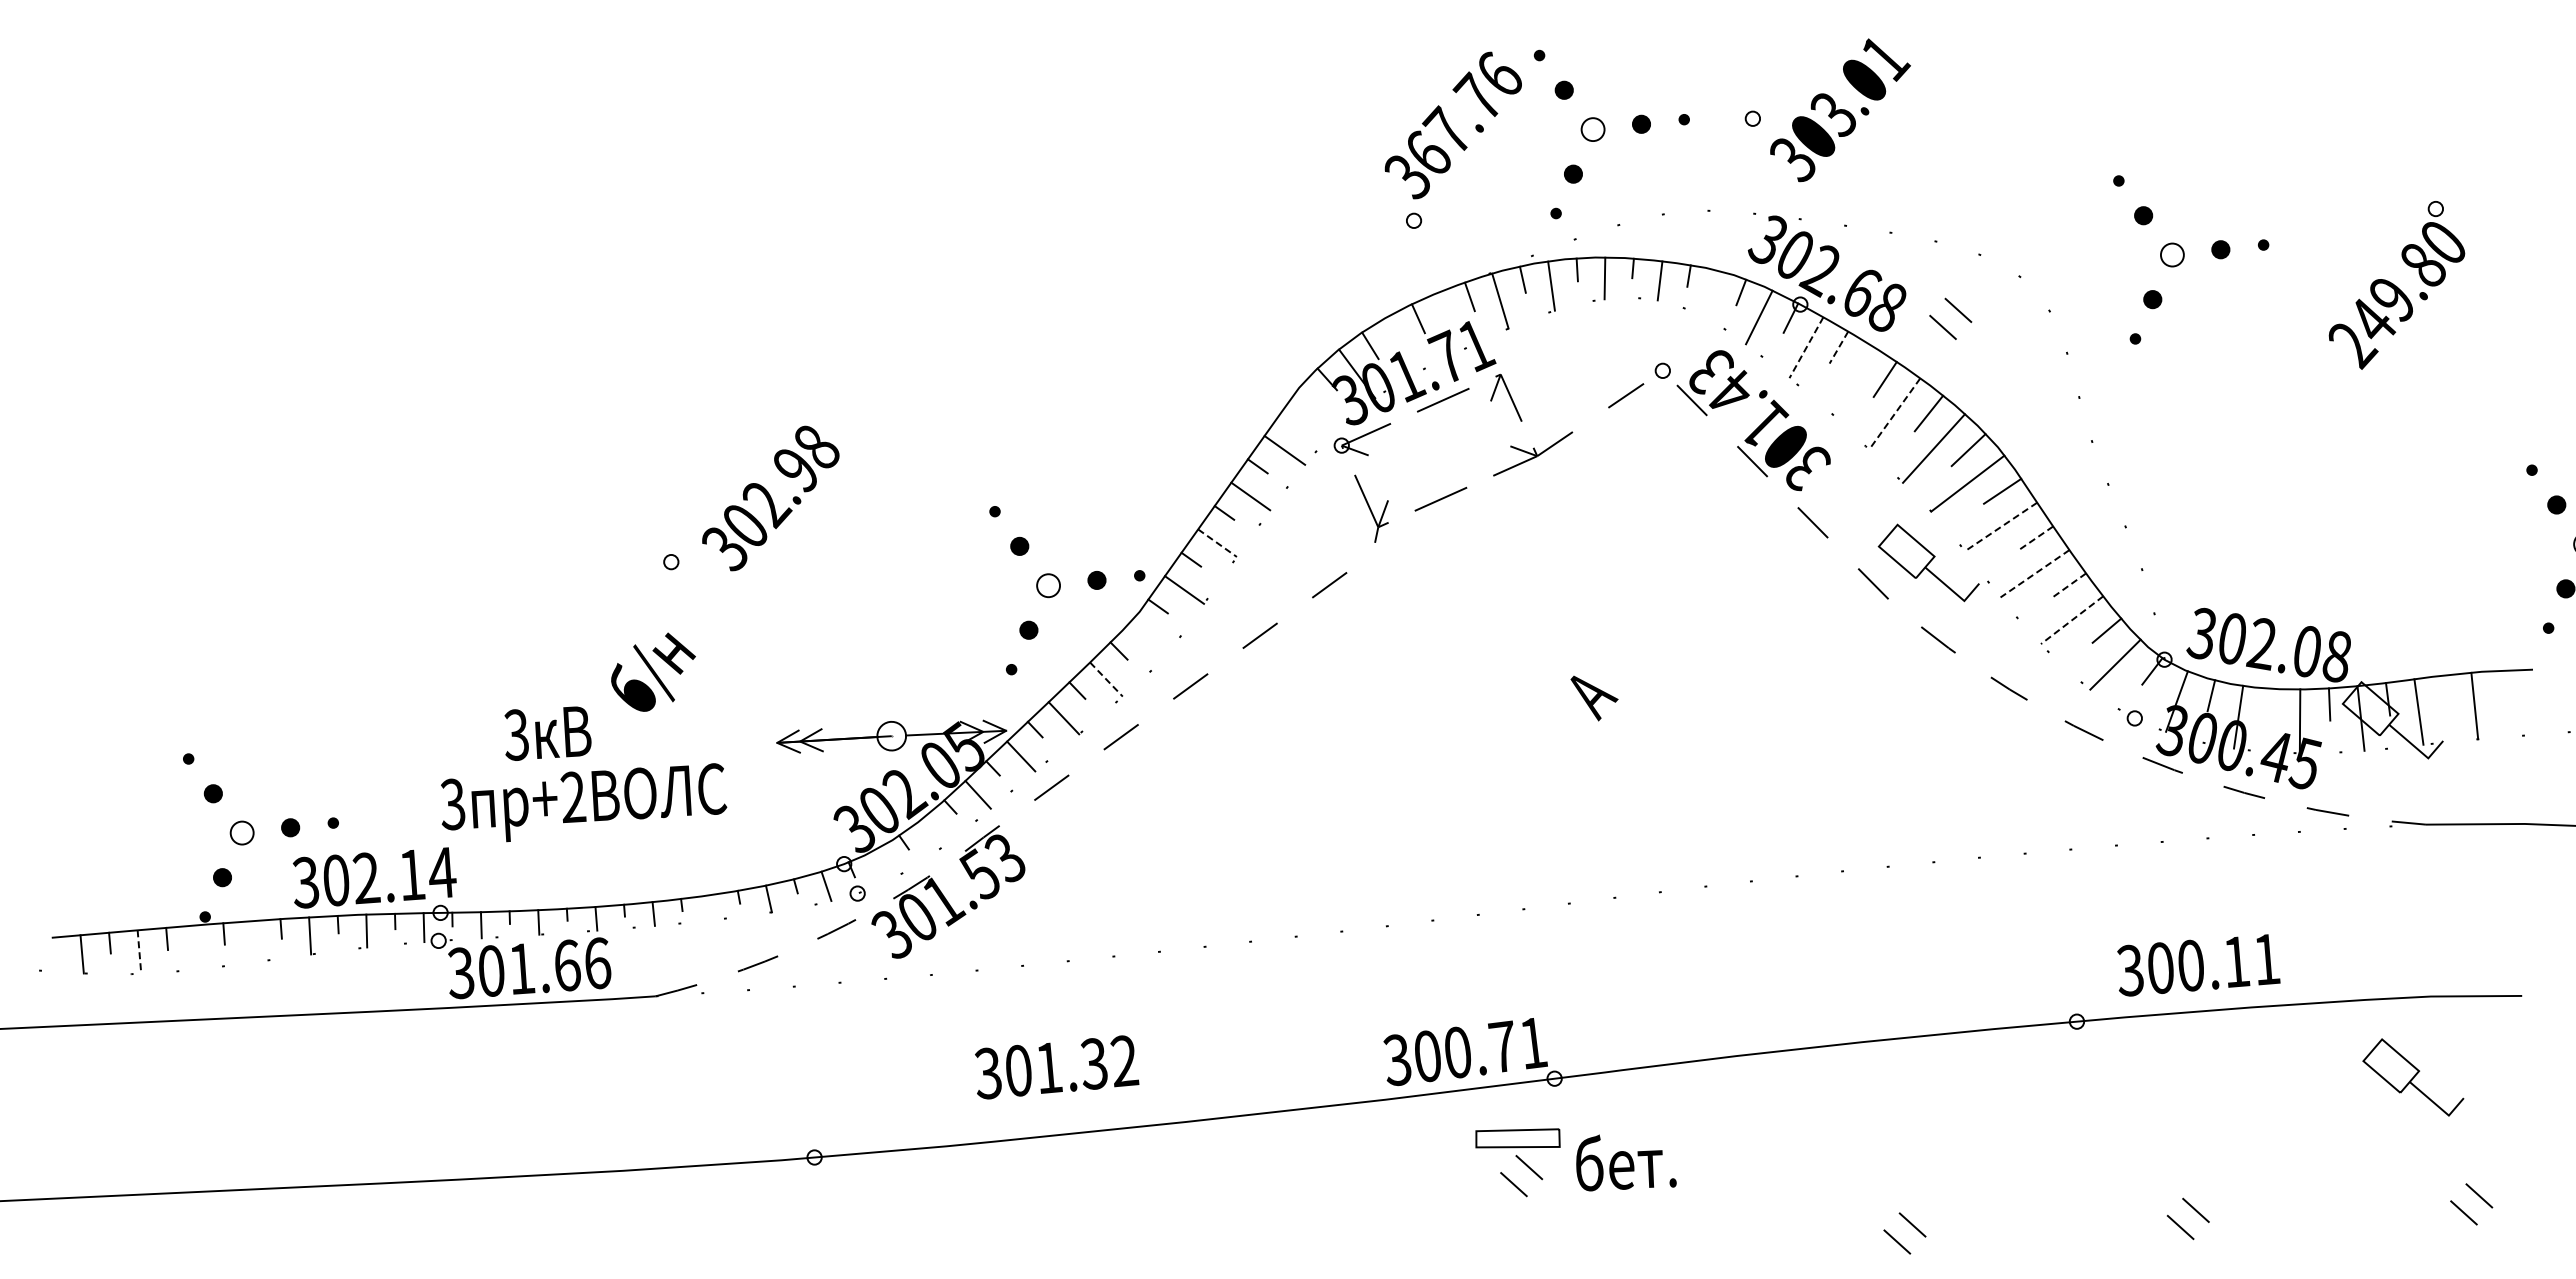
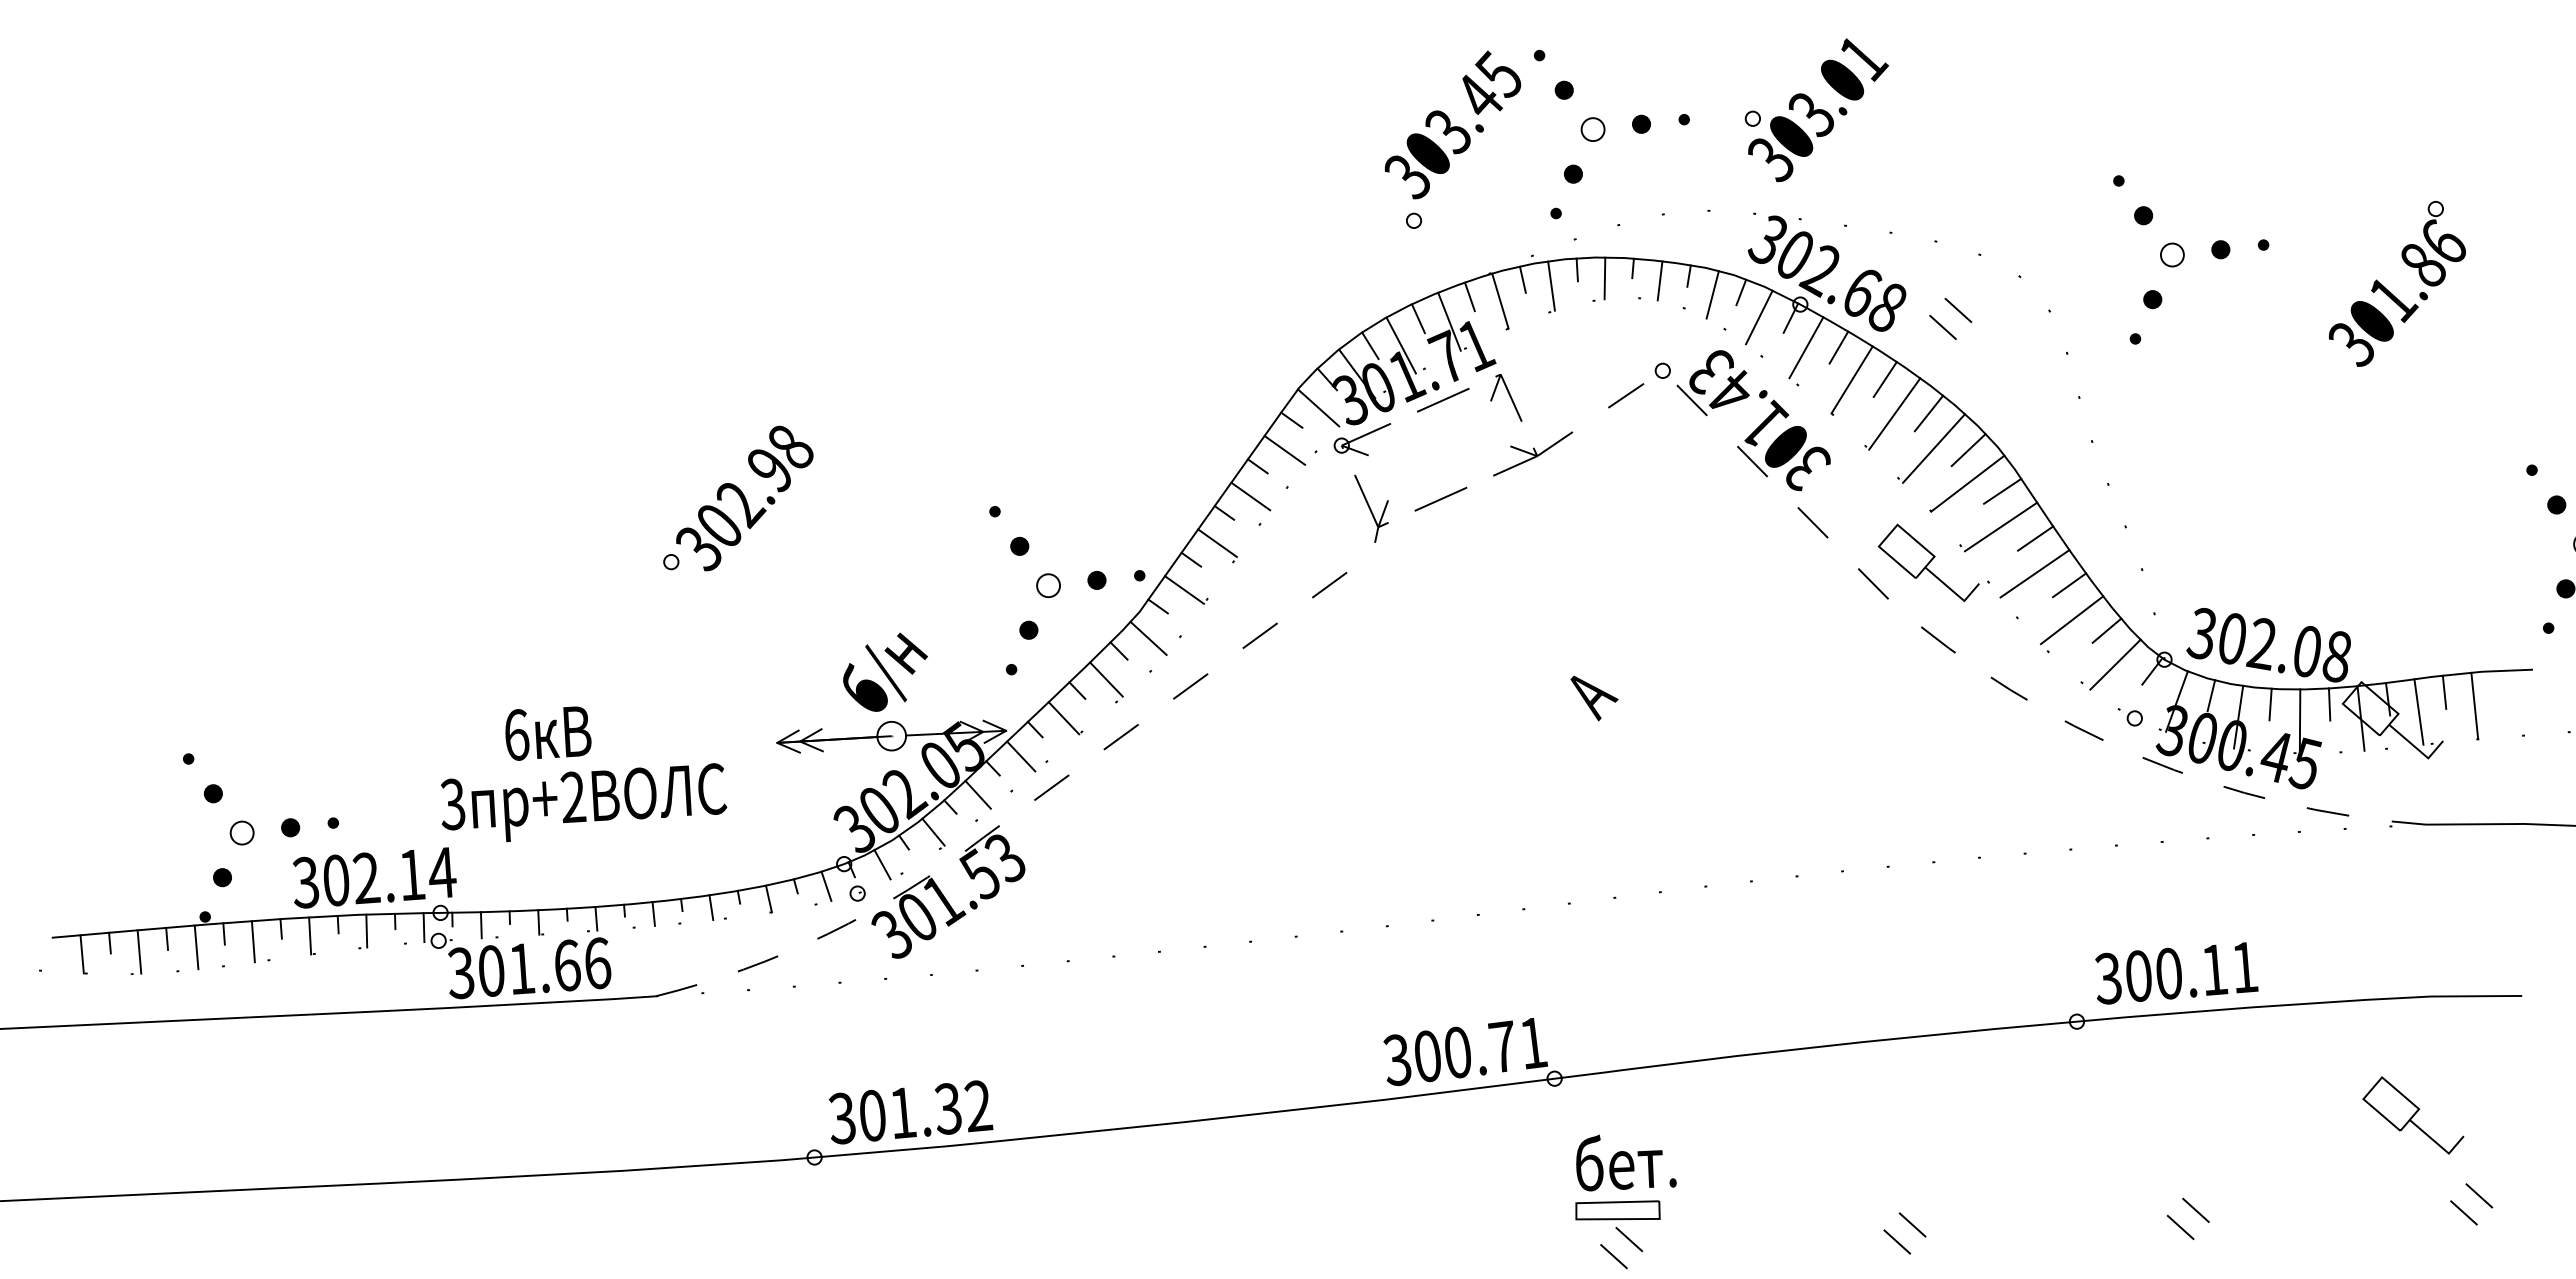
text at (1840, 110) position: (1840, 110) -> (1818, 110)
text at (1463, 112): 367.76 -> 303.45
line at (1712, 294): none -> present
text at (2397, 294): 249.80 -> 301.86
line at (1449, 321): none -> present
line at (1400, 345): none -> present
line at (1806, 347): dashed -> solid
line at (1838, 347): dashed -> solid
line at (1851, 379): none -> present
line at (1318, 407): none -> present
line at (1894, 414): dashed -> solid
line at (1291, 419): none -> present
text at (770, 498) position: (770, 498) -> (744, 498)
line at (2001, 527): dashed -> solid
line at (2035, 538): dashed -> solid
line at (1217, 543): dashed -> solid
line at (2035, 573): dashed -> solid
line at (2069, 585): dashed -> solid
line at (2071, 620): dashed -> solid
line at (1148, 637): none -> present
text at (653, 671) position: (653, 671) -> (885, 671)
line at (1106, 679): dashed -> solid
line at (2444, 691): none -> present
line at (2270, 704): none -> present
text at (516, 734): 3 -> 6
line at (933, 831): none -> present
line at (882, 864): none -> present
line at (711, 907): none -> present
line at (252, 941): none -> present
line at (196, 947): none -> present
line at (139, 951): dashed -> solid
text at (2198, 965) position: (2198, 965) -> (2176, 973)
text at (1057, 1067) position: (1057, 1067) -> (911, 1112)
part at (2413, 1077) position: (2413, 1077) -> (2413, 1115)
part at (1517, 1162) position: (1517, 1162) -> (1617, 1234)
